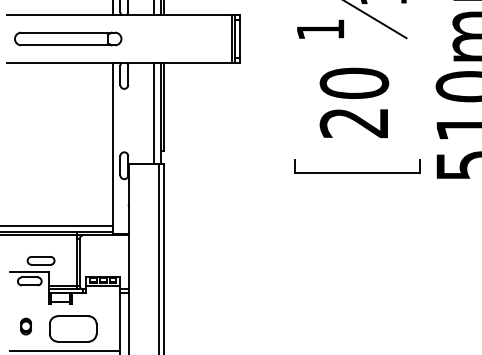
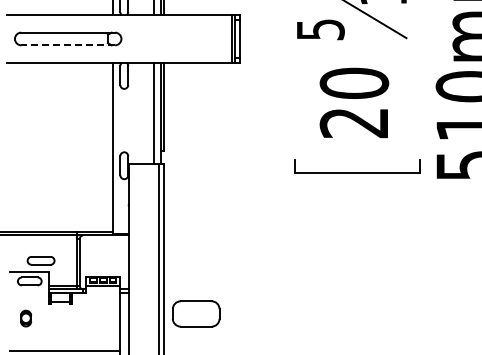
text at (320, 29): 1 -> 5
line at (68, 45): solid -> dashed
line at (57, 225): present -> none
part at (25, 326) position: (25, 326) -> (25, 318)
part at (73, 328) position: (73, 328) -> (196, 313)
